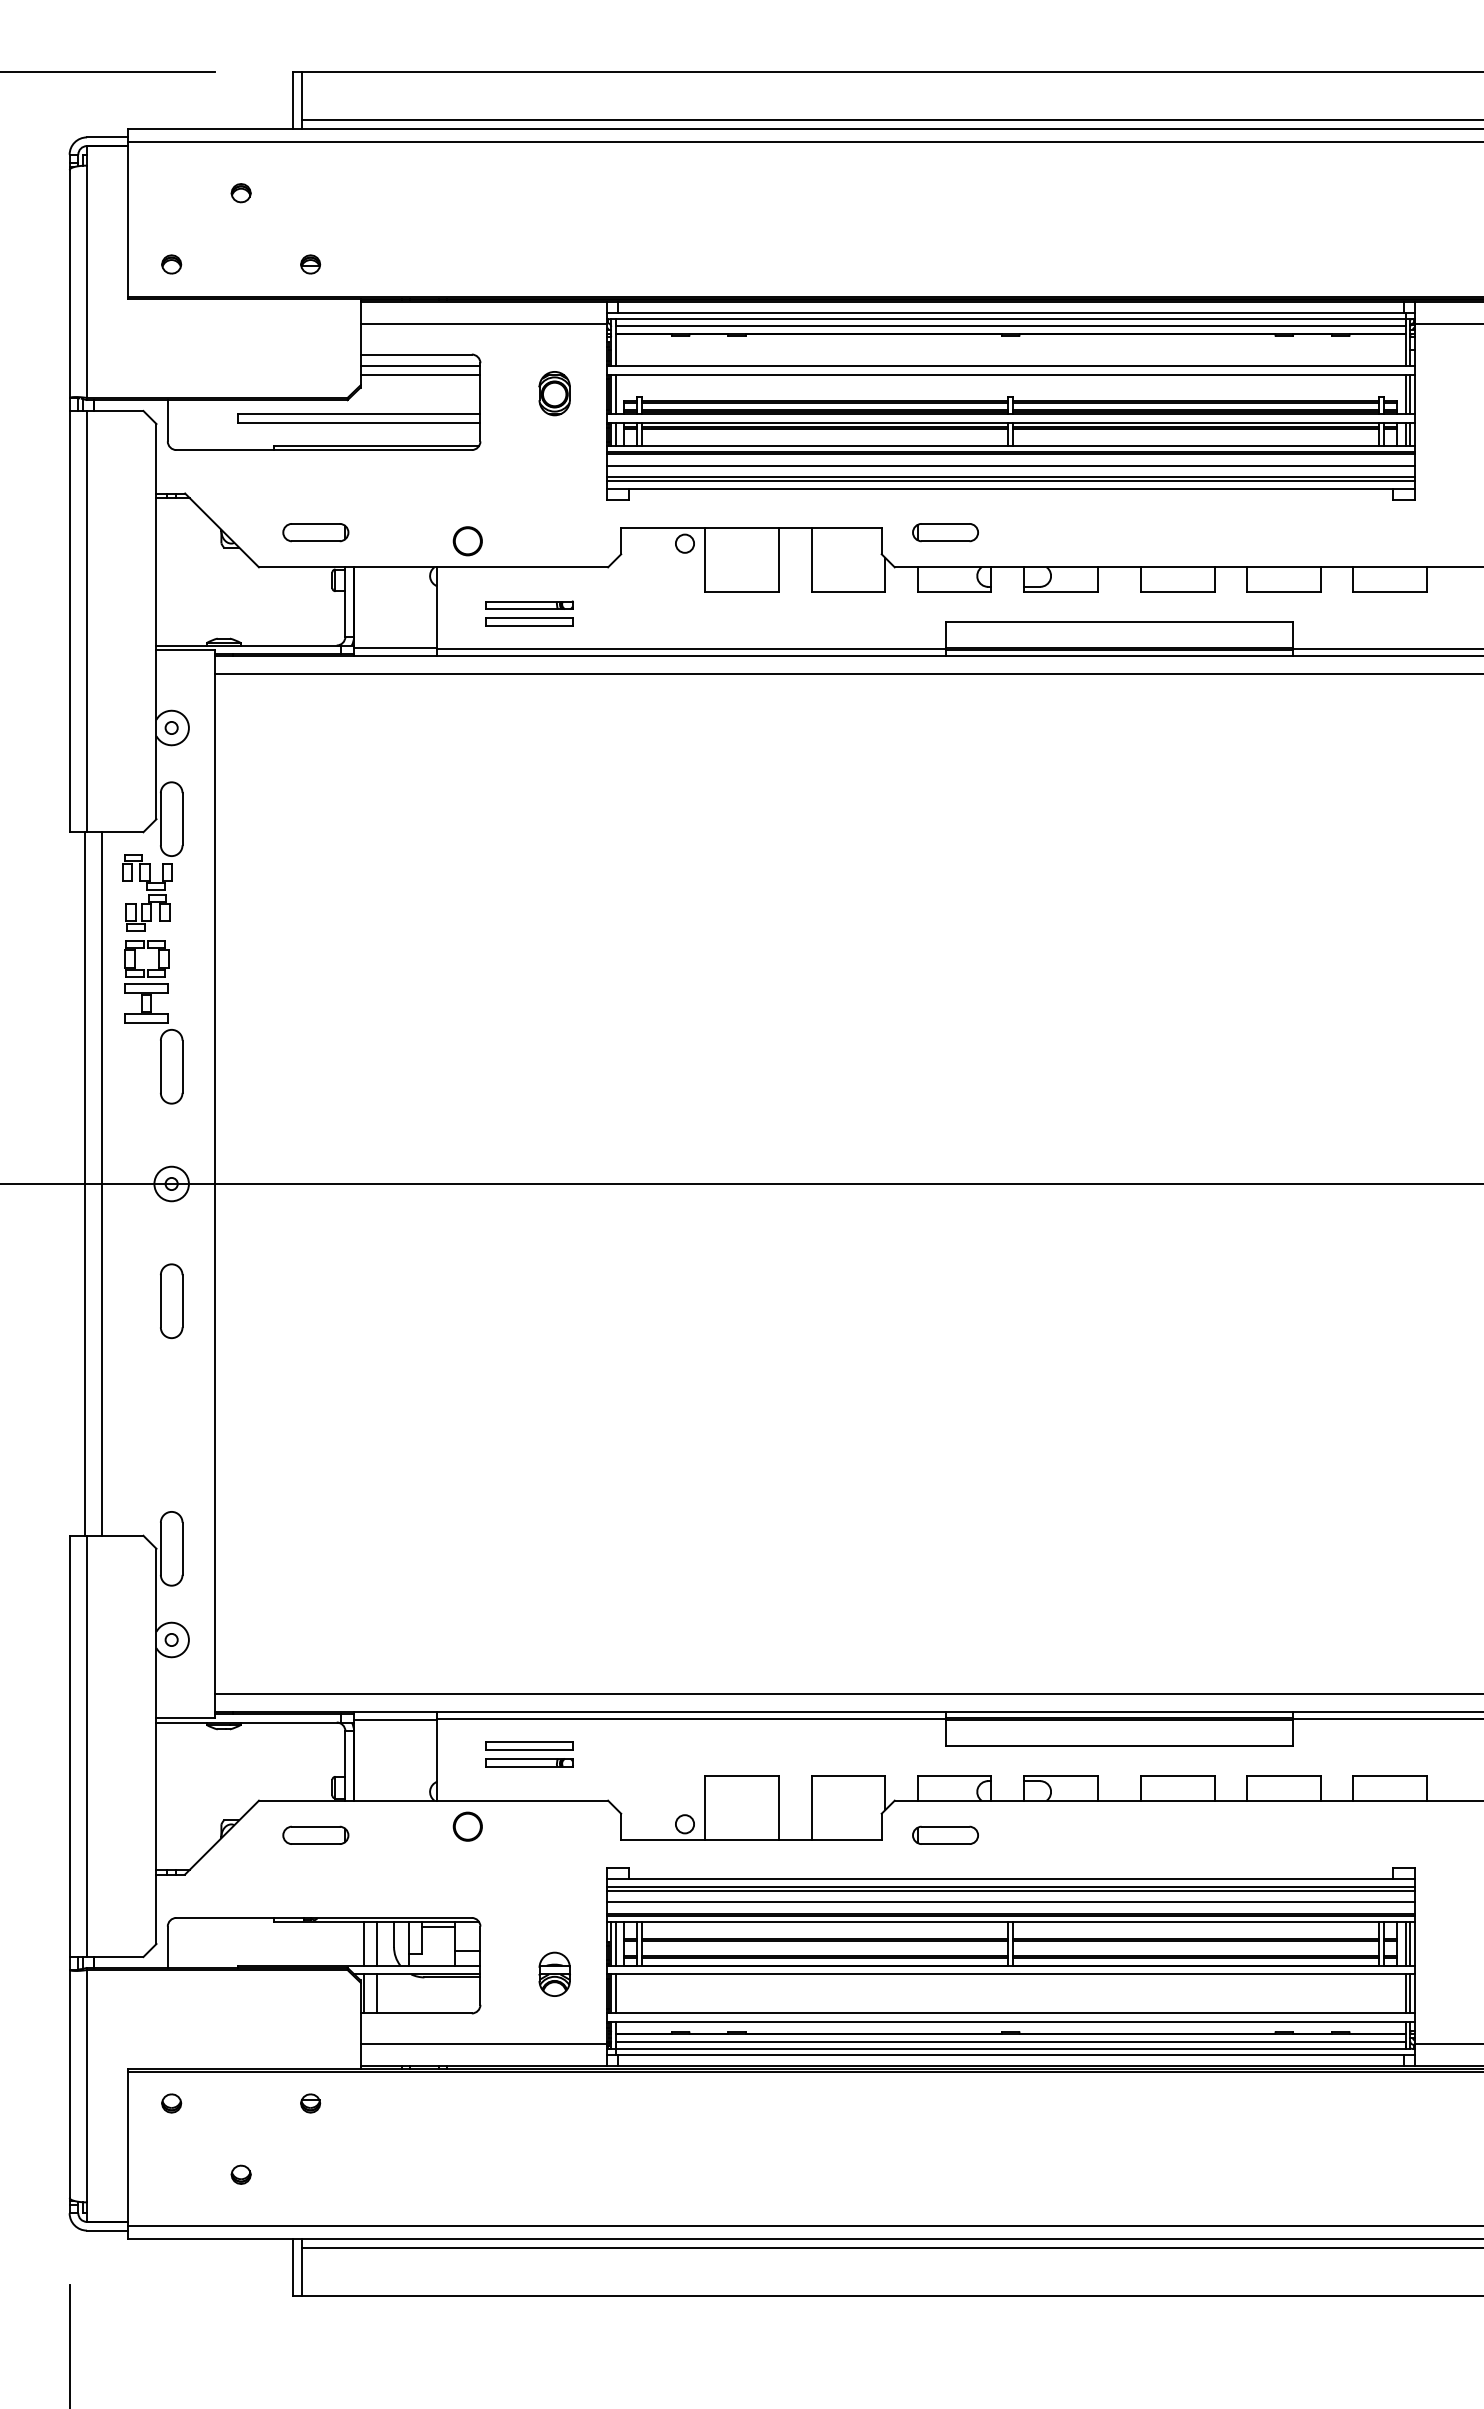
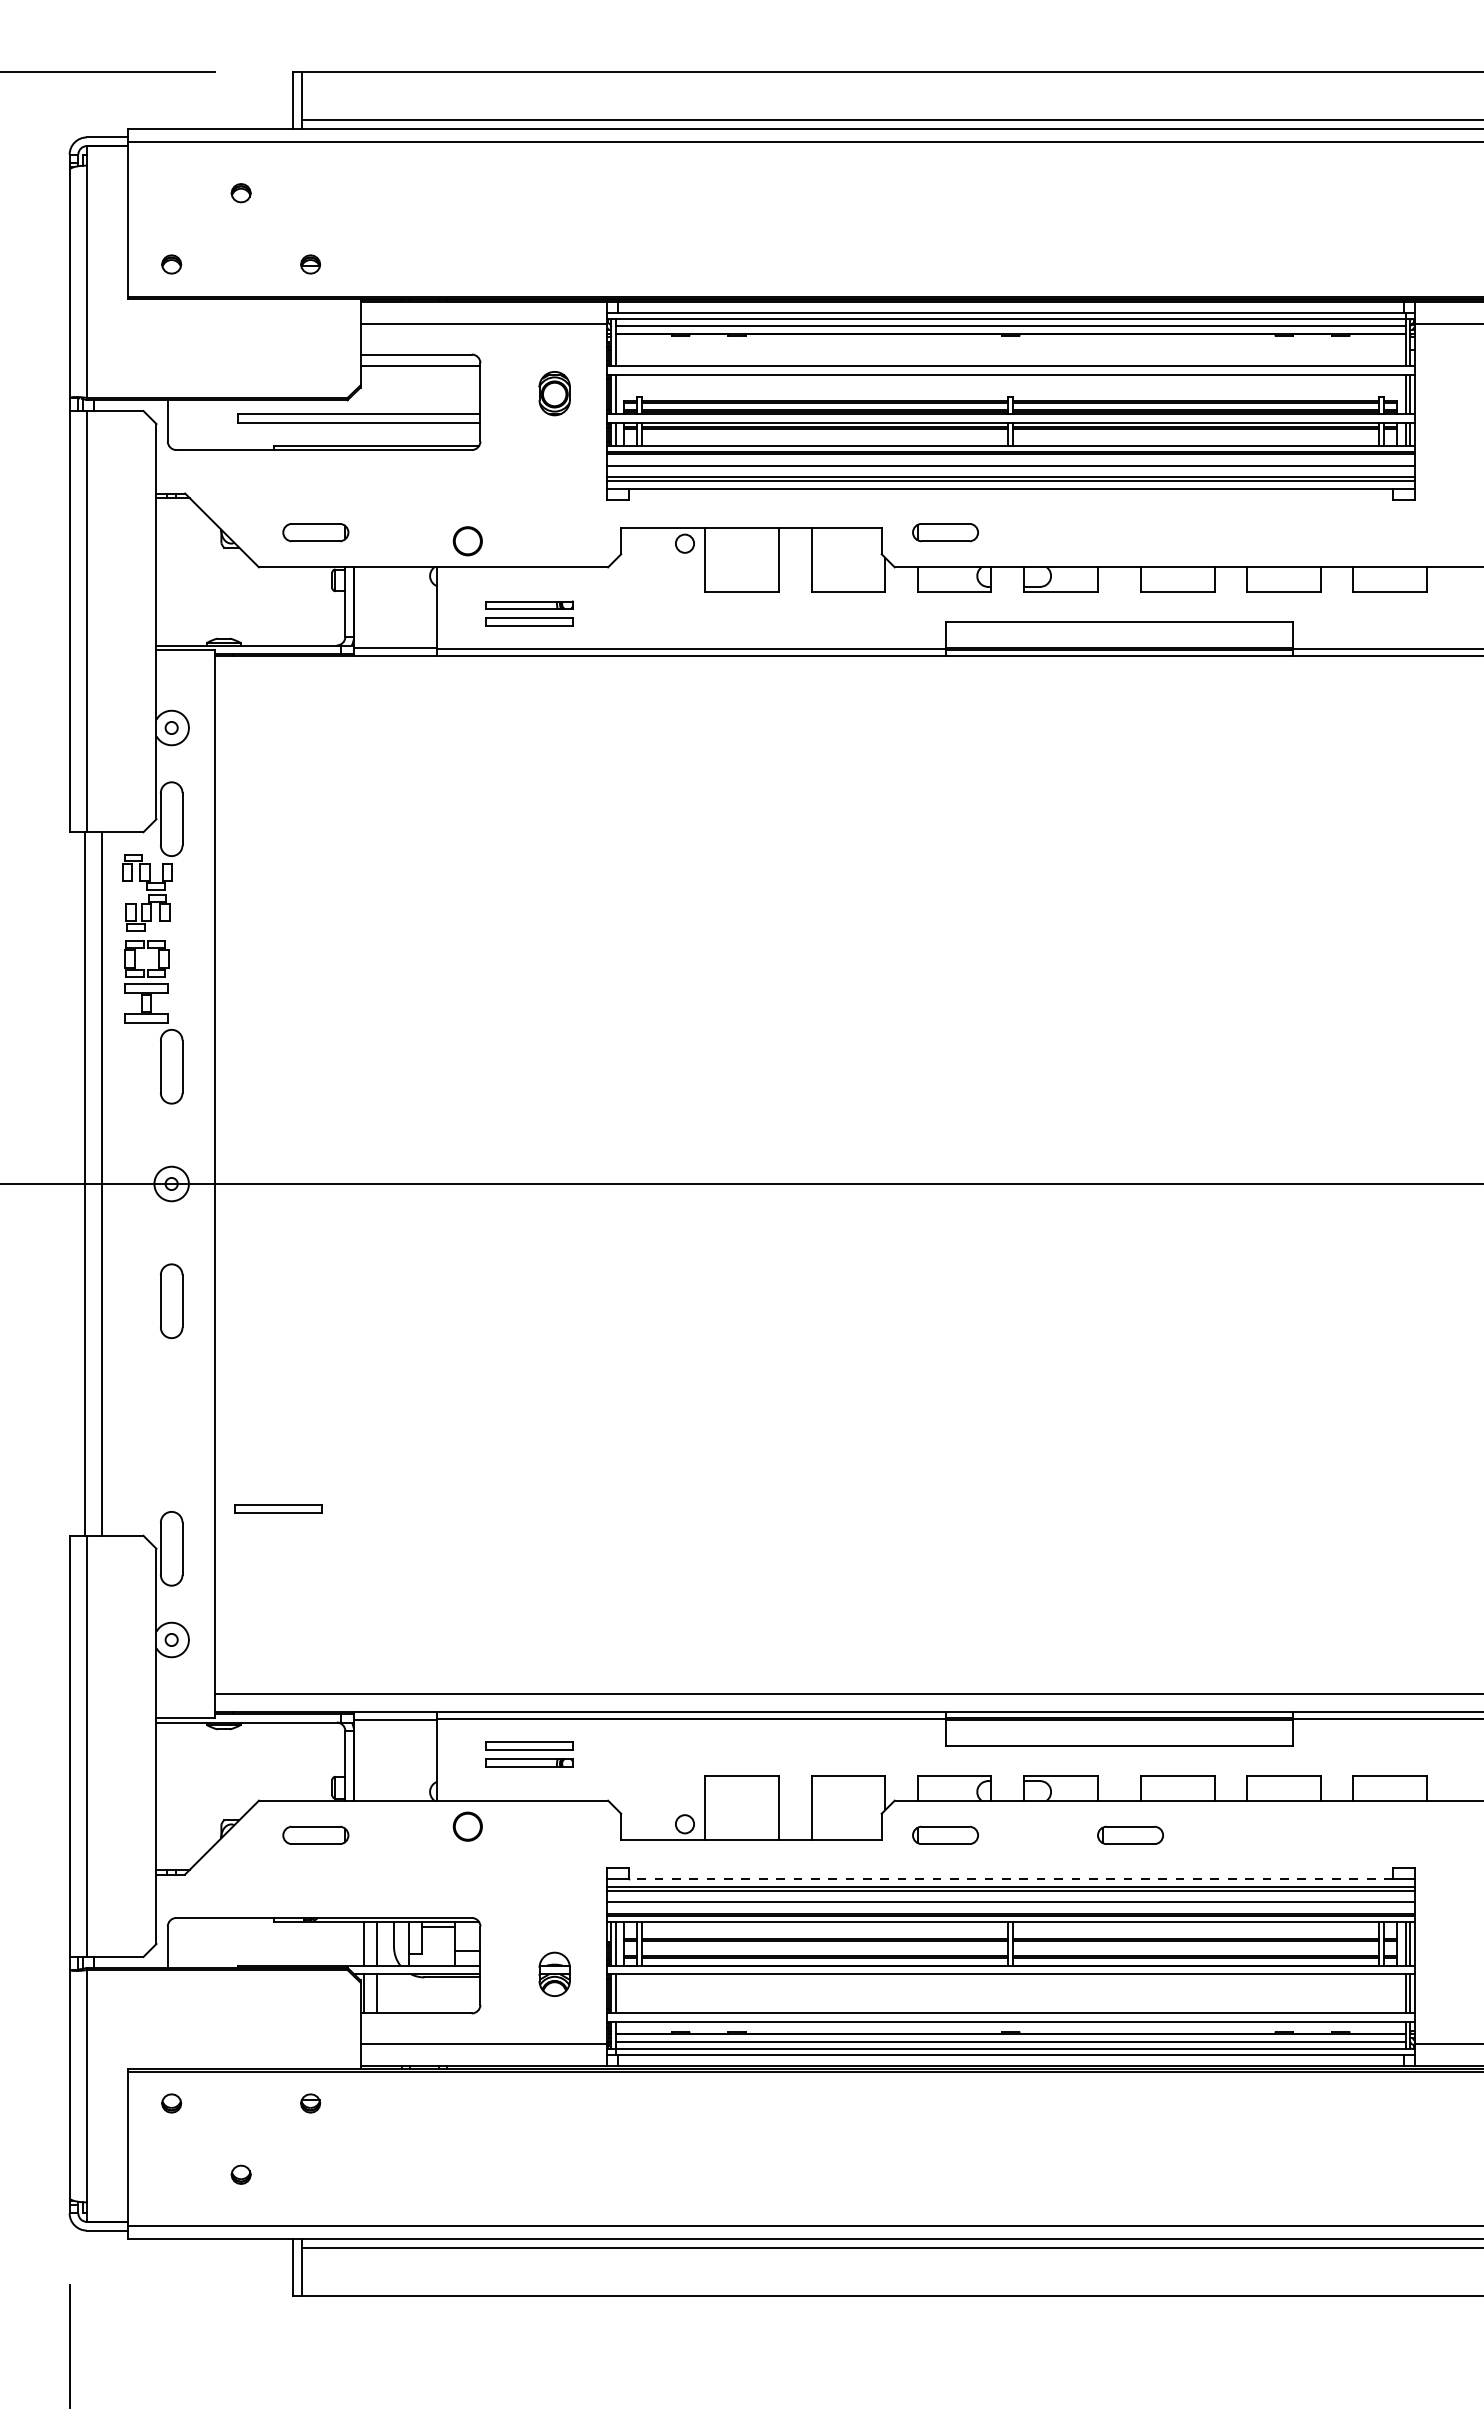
line at (420, 374): present -> none
line at (847, 673): present -> none
part at (278, 1508): none -> present
part at (1130, 1834): none -> present
line at (1010, 1878): solid -> dashed
